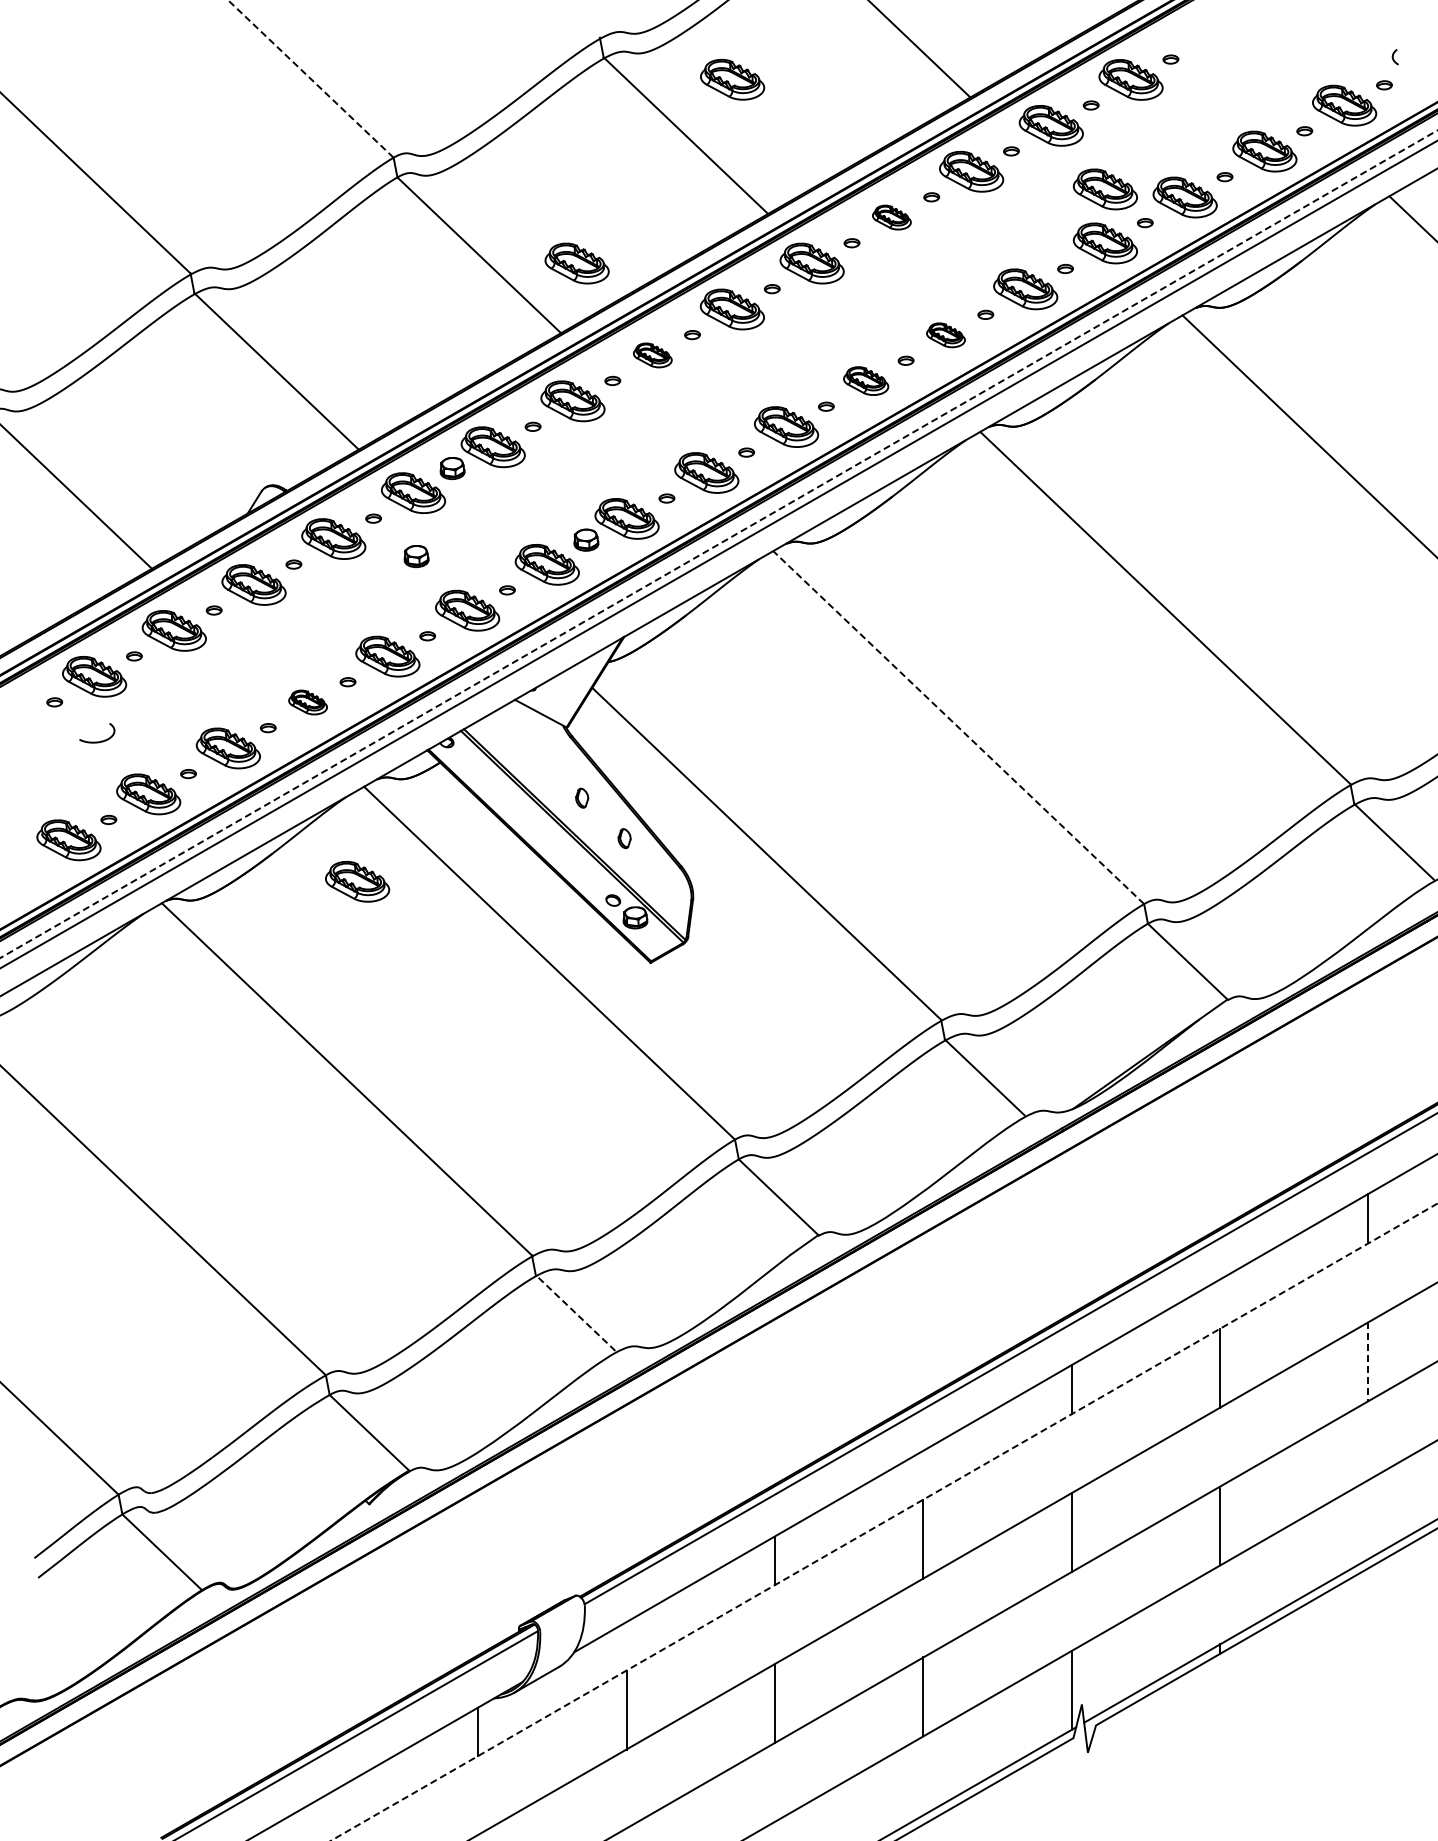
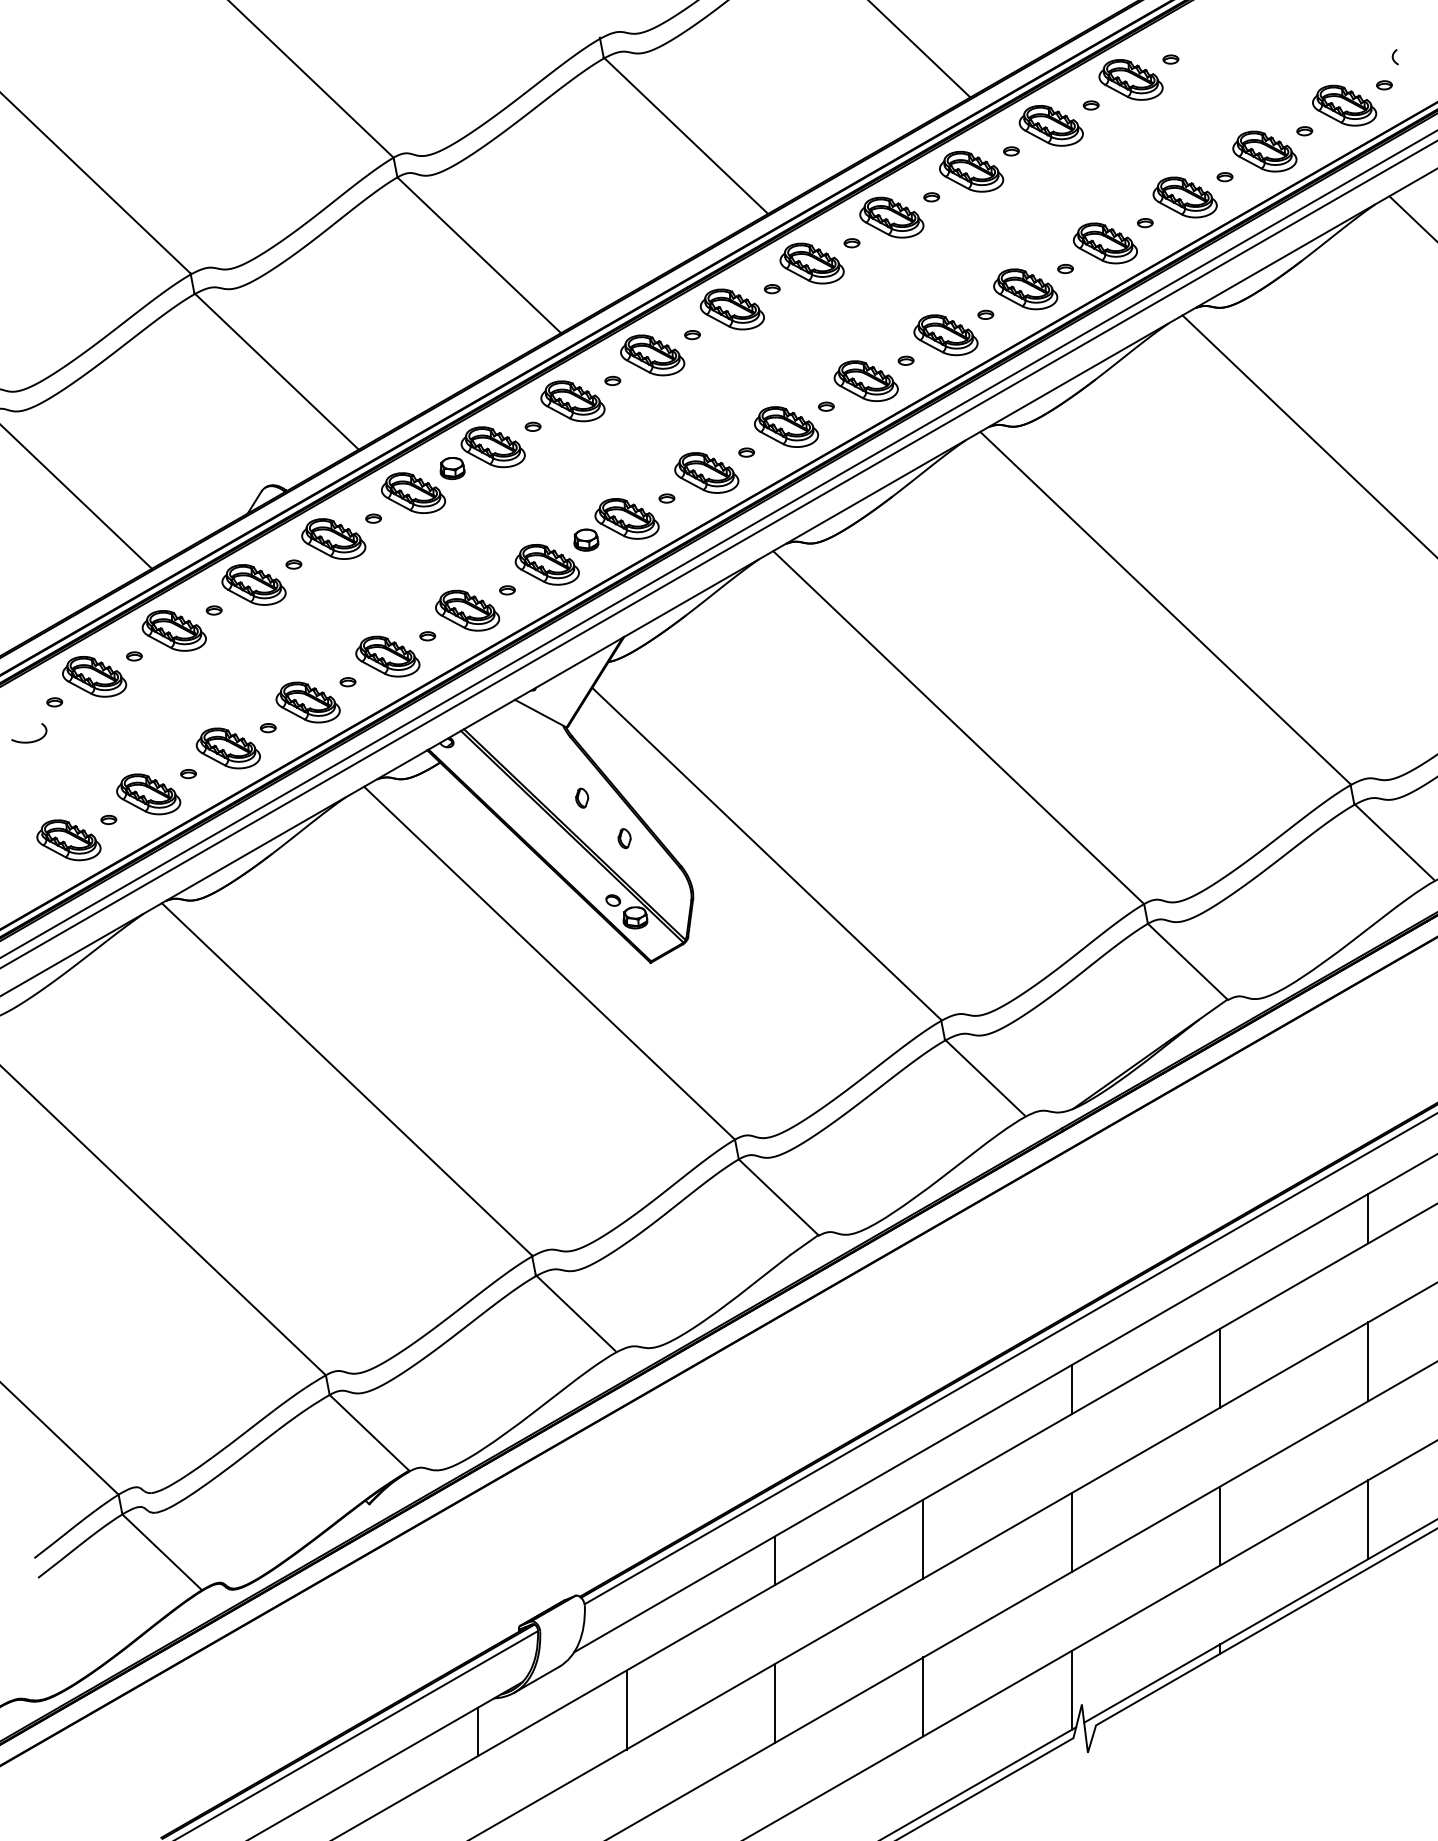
line at (310, 78): dashed -> solid
part at (732, 79): present -> none
part at (1104, 189): present -> none
part at (891, 217) size: 40x27 px -> 66x43 px
part at (576, 263): present -> none
part at (945, 335) size: 40x27 px -> 66x43 px
part at (652, 355) size: 41x27 px -> 66x43 px
part at (866, 380) size: 47x30 px -> 66x42 px
line at (718, 544): dashed -> solid
part at (416, 556): present -> none
part at (307, 702) size: 40x27 px -> 66x43 px
line at (958, 727): dashed -> solid
curve at (97, 741) position: (97, 741) -> (29, 741)
part at (357, 881): present -> none
line at (575, 1313): dashed -> solid
line at (1368, 1362): dashed -> solid
line at (1368, 1519): none -> present
line at (884, 1522): dashed -> solid
